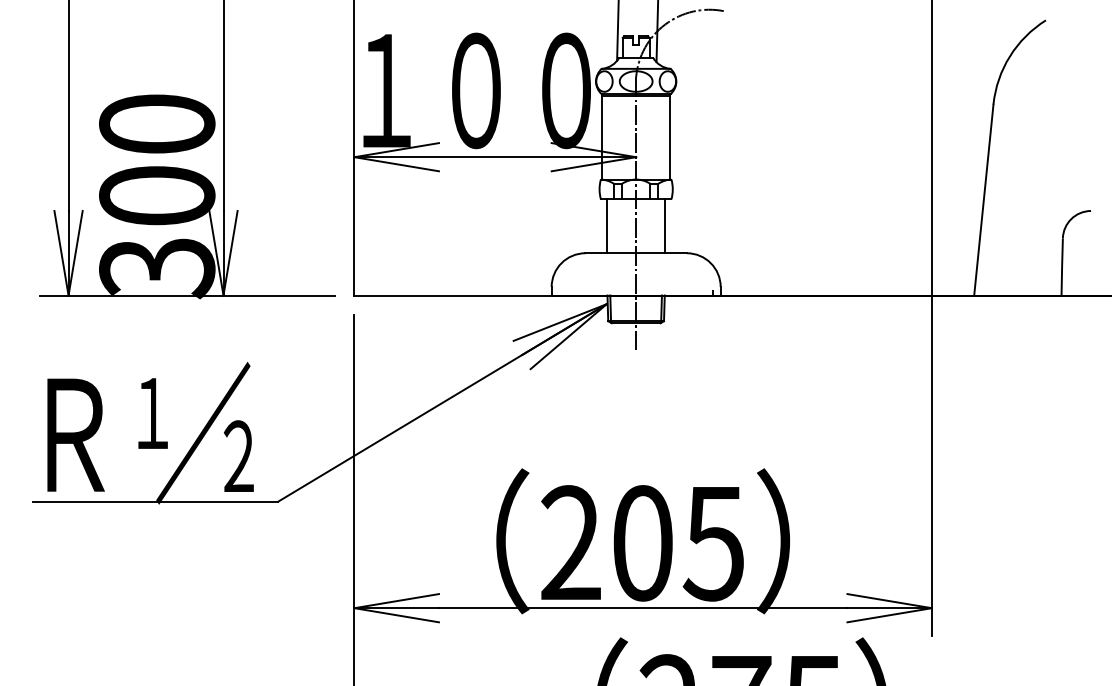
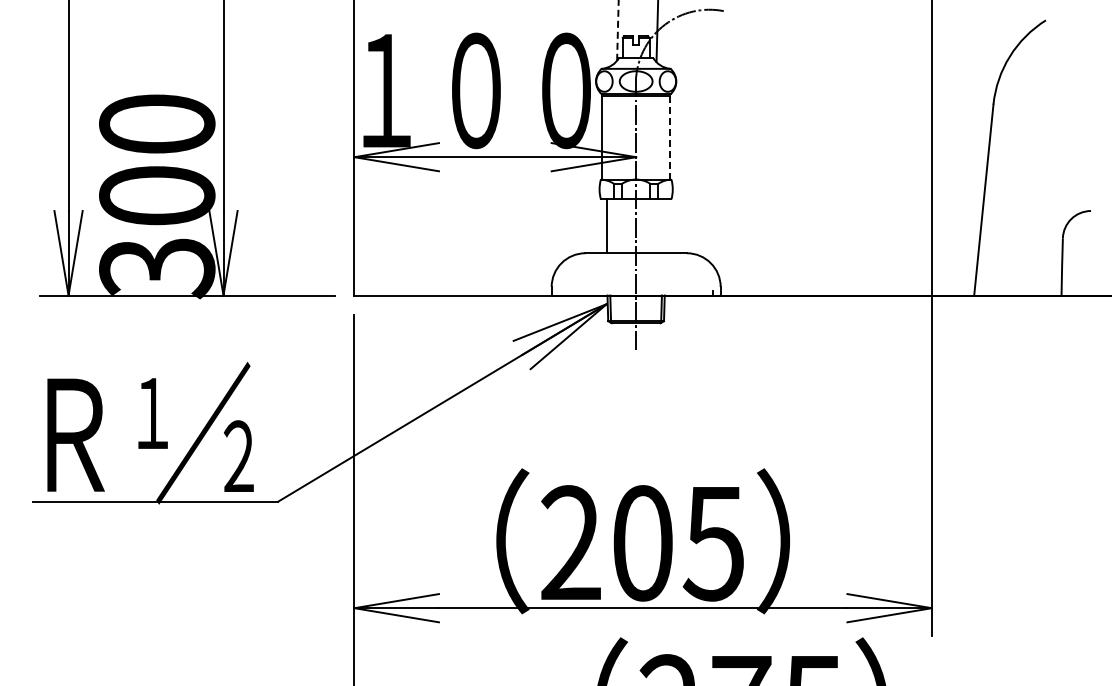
line at (617, 30): solid -> dashed
line at (669, 136): solid -> dashed
line at (665, 226): present -> none
